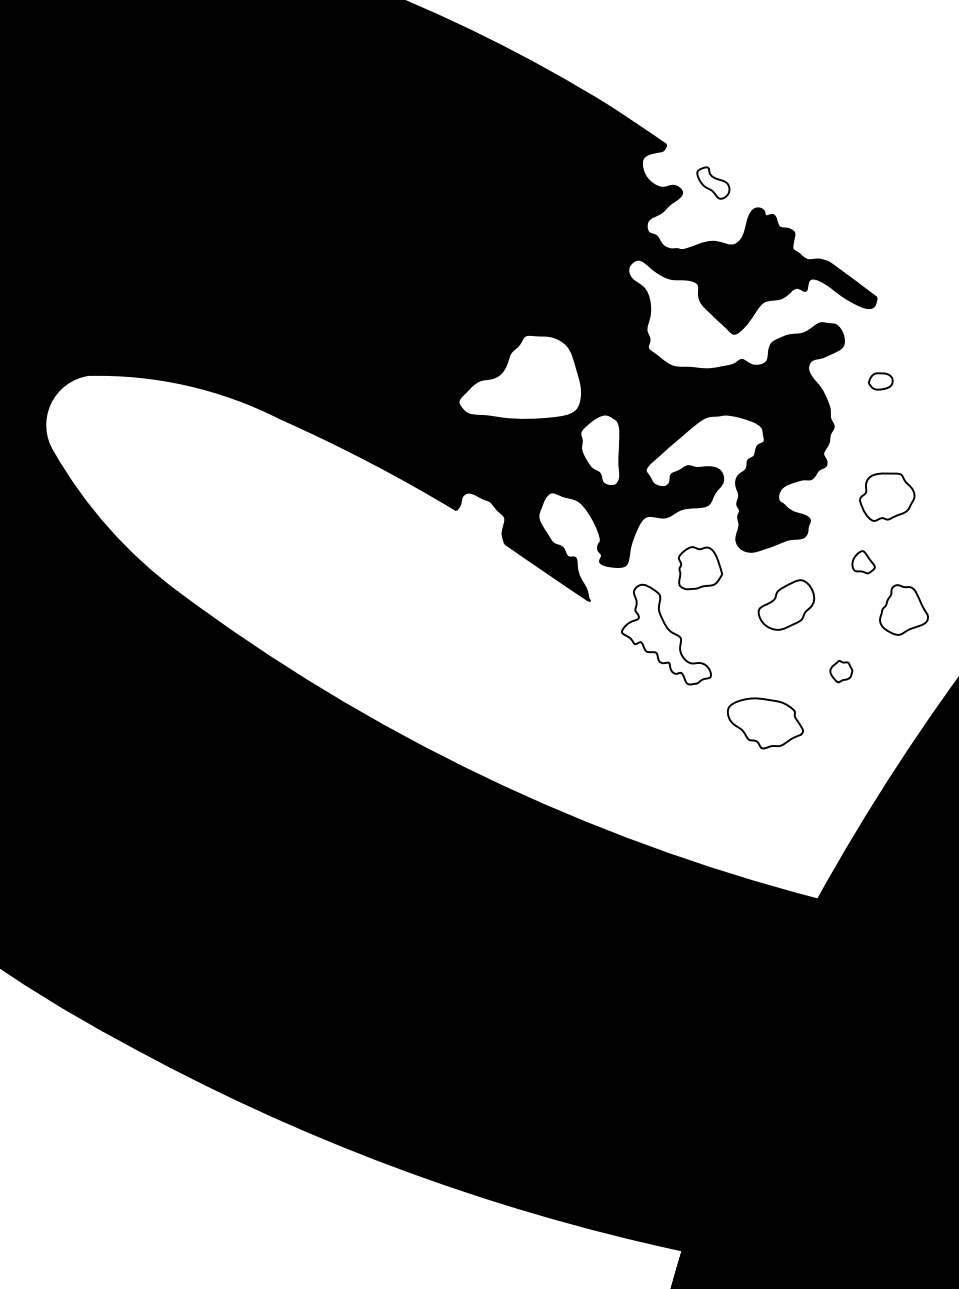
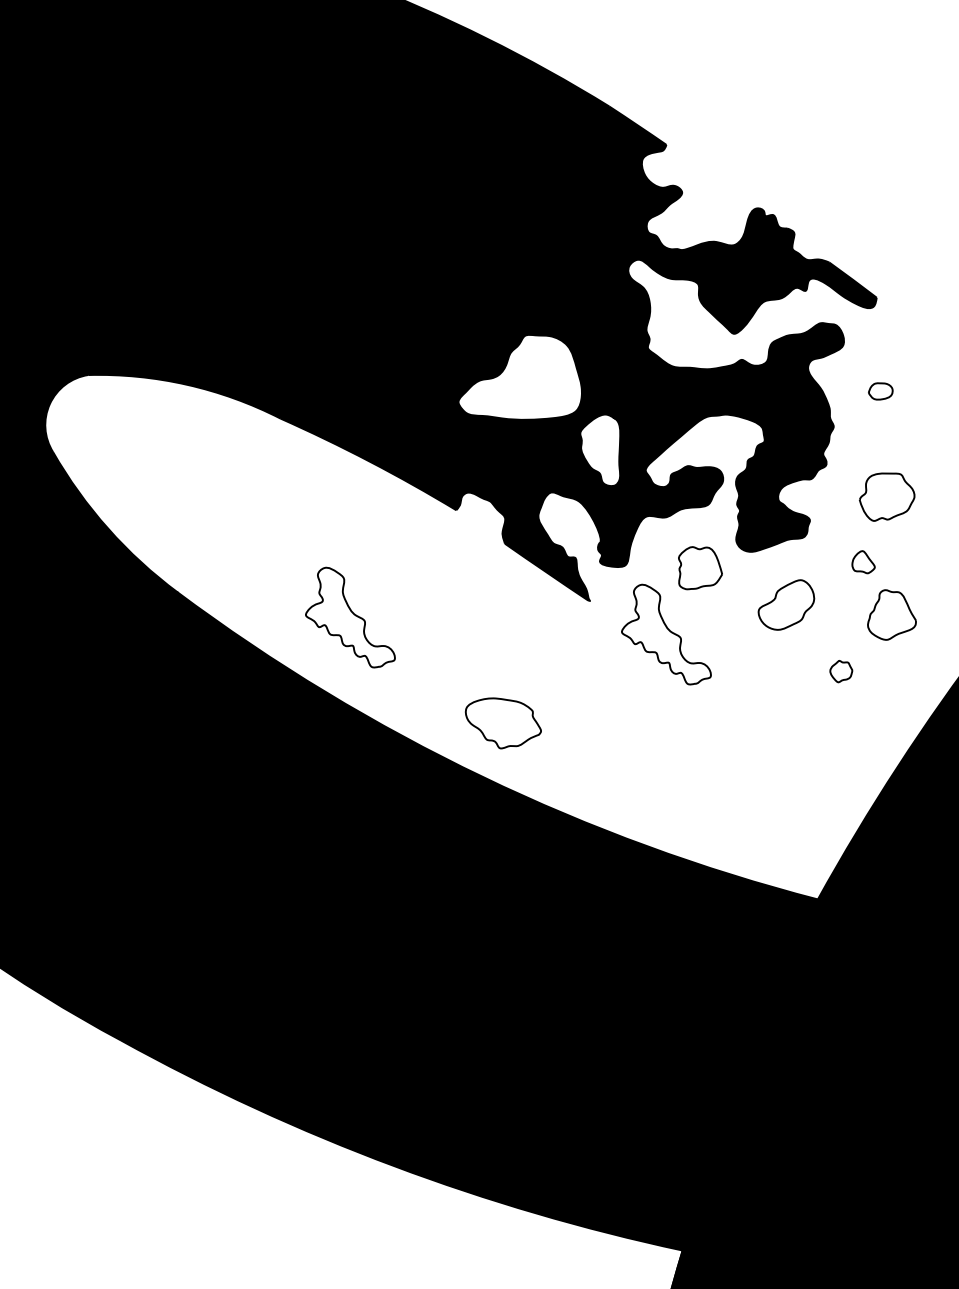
curve at (715, 179): present -> none
part at (880, 381) position: (880, 381) -> (880, 391)
part at (903, 609) position: (903, 609) -> (891, 614)
part at (350, 617): none -> present
curve at (757, 740) position: (757, 740) -> (495, 740)
